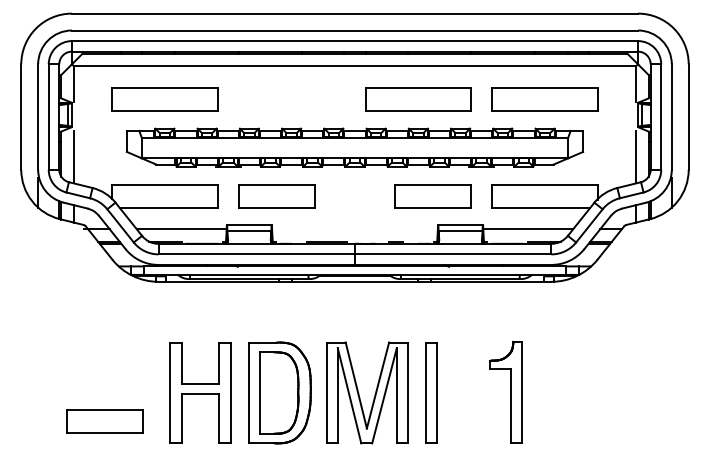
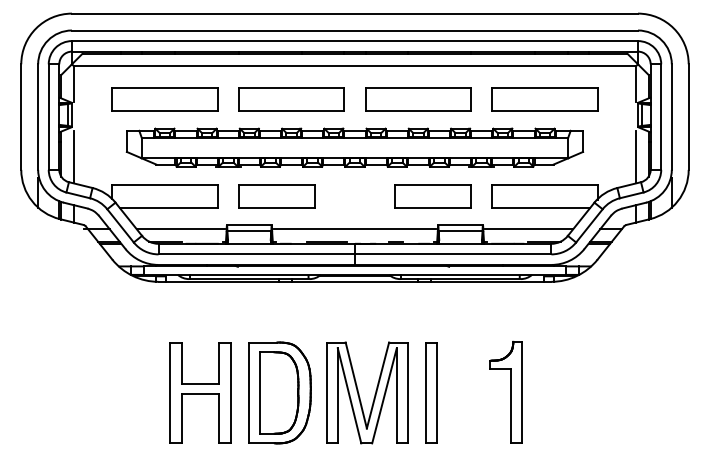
part at (291, 99): none -> present
line at (354, 229): none -> present
part at (104, 421): present -> none
